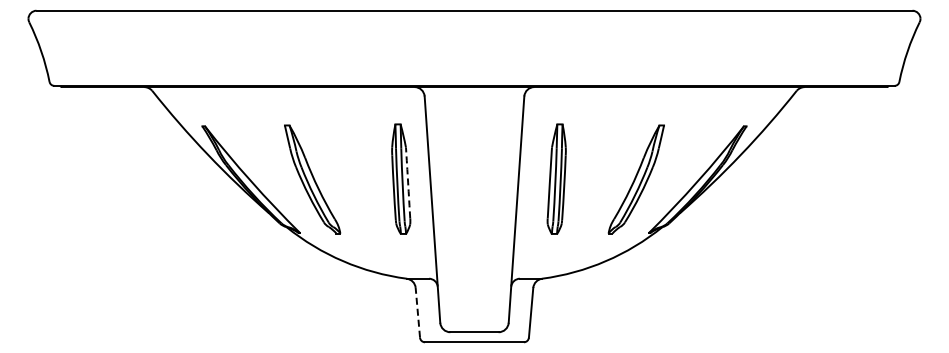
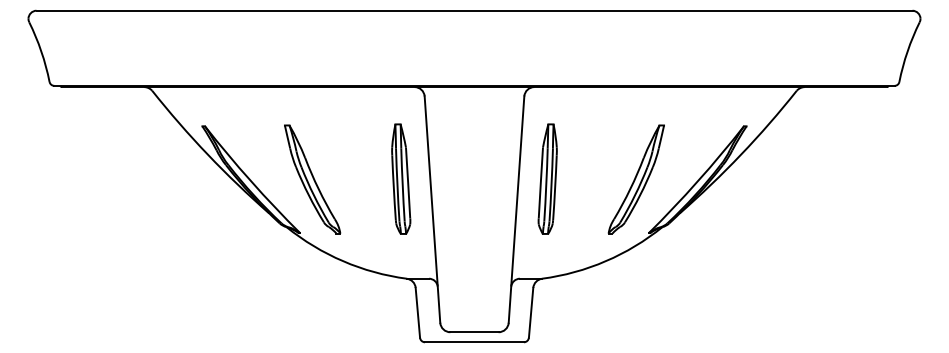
part at (556, 178) position: (556, 178) -> (547, 178)
arc at (408, 182): dashed -> solid
line at (417, 312): dashed -> solid
